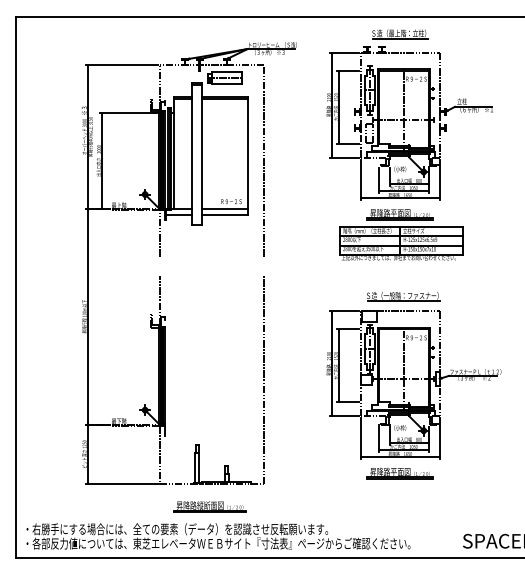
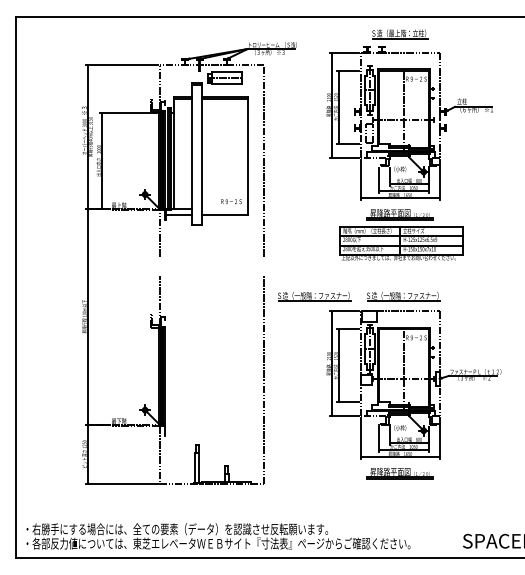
line at (224, 208): present -> none
part at (314, 296): none -> present
part at (209, 506): present -> none
